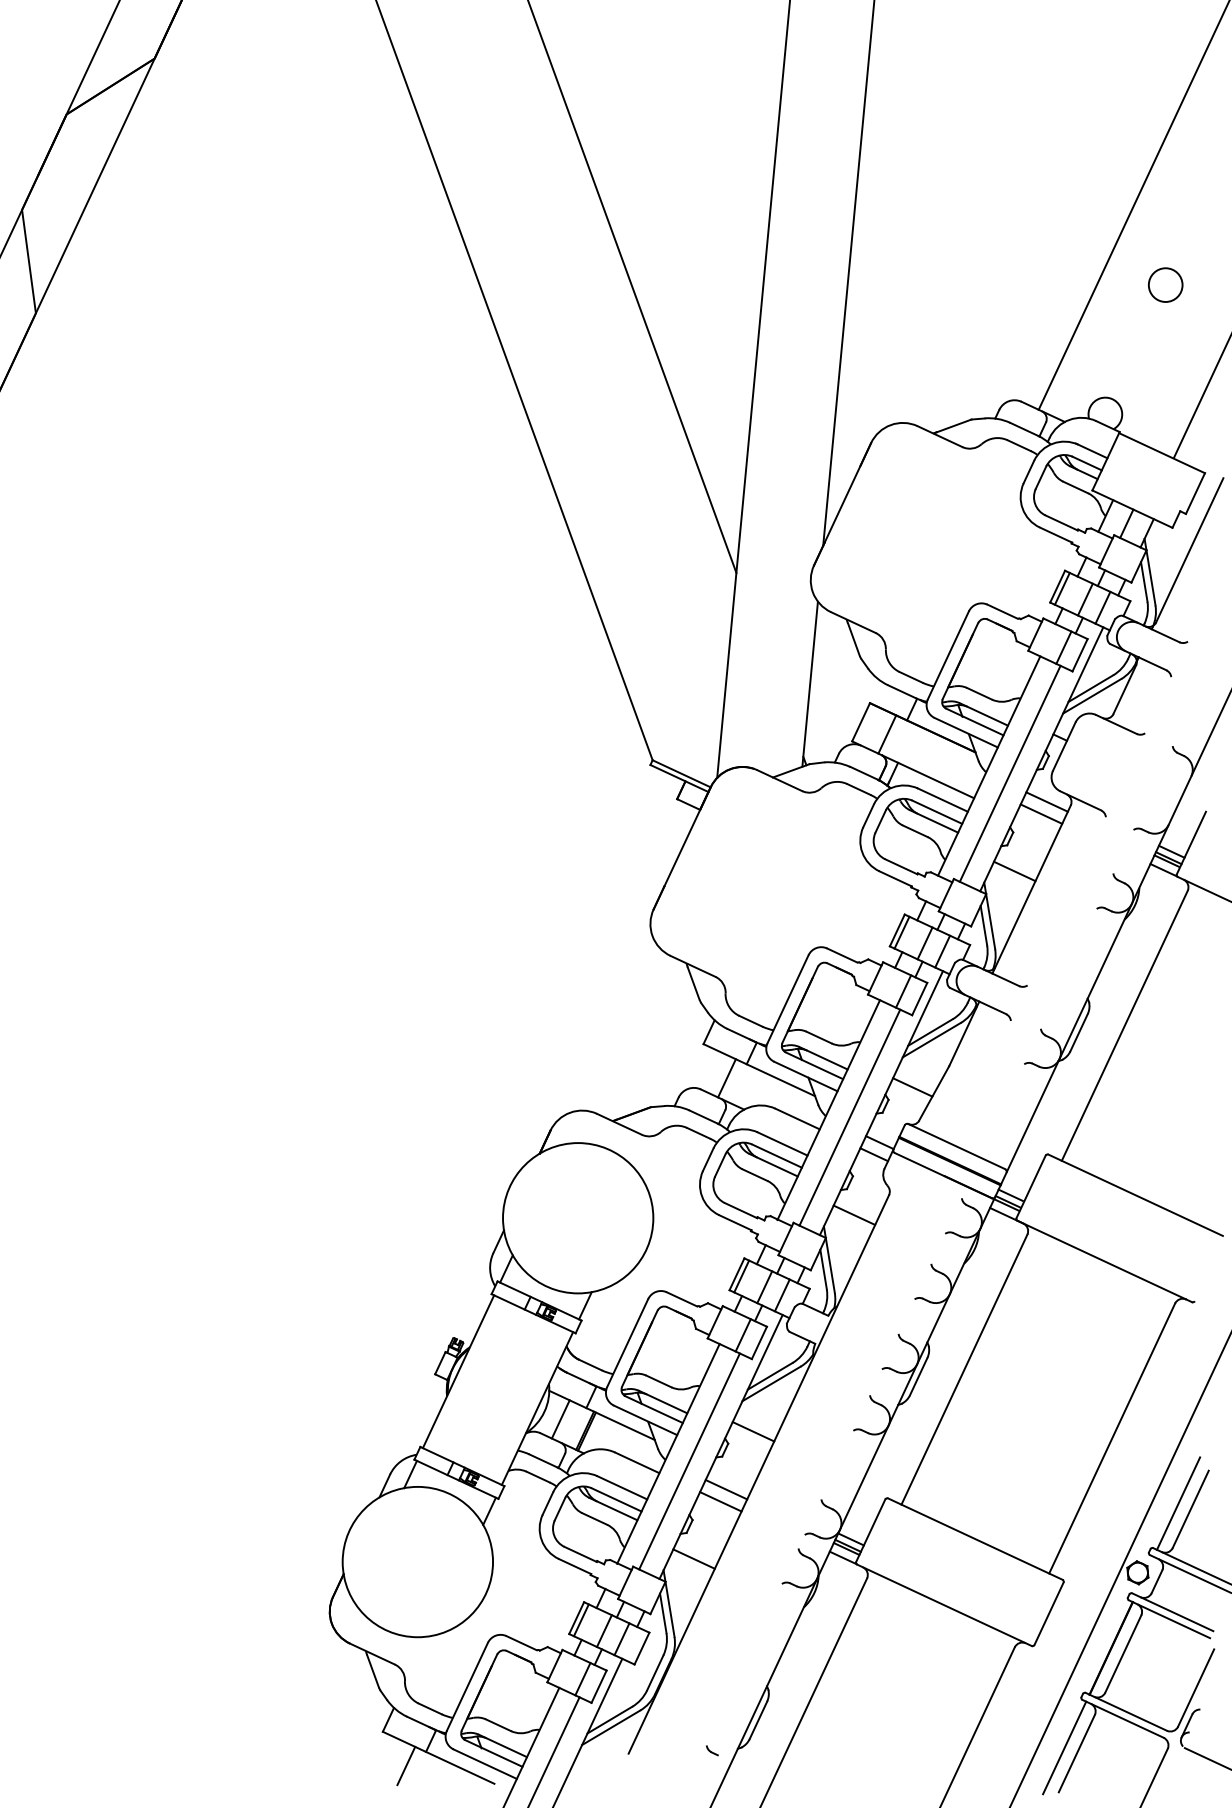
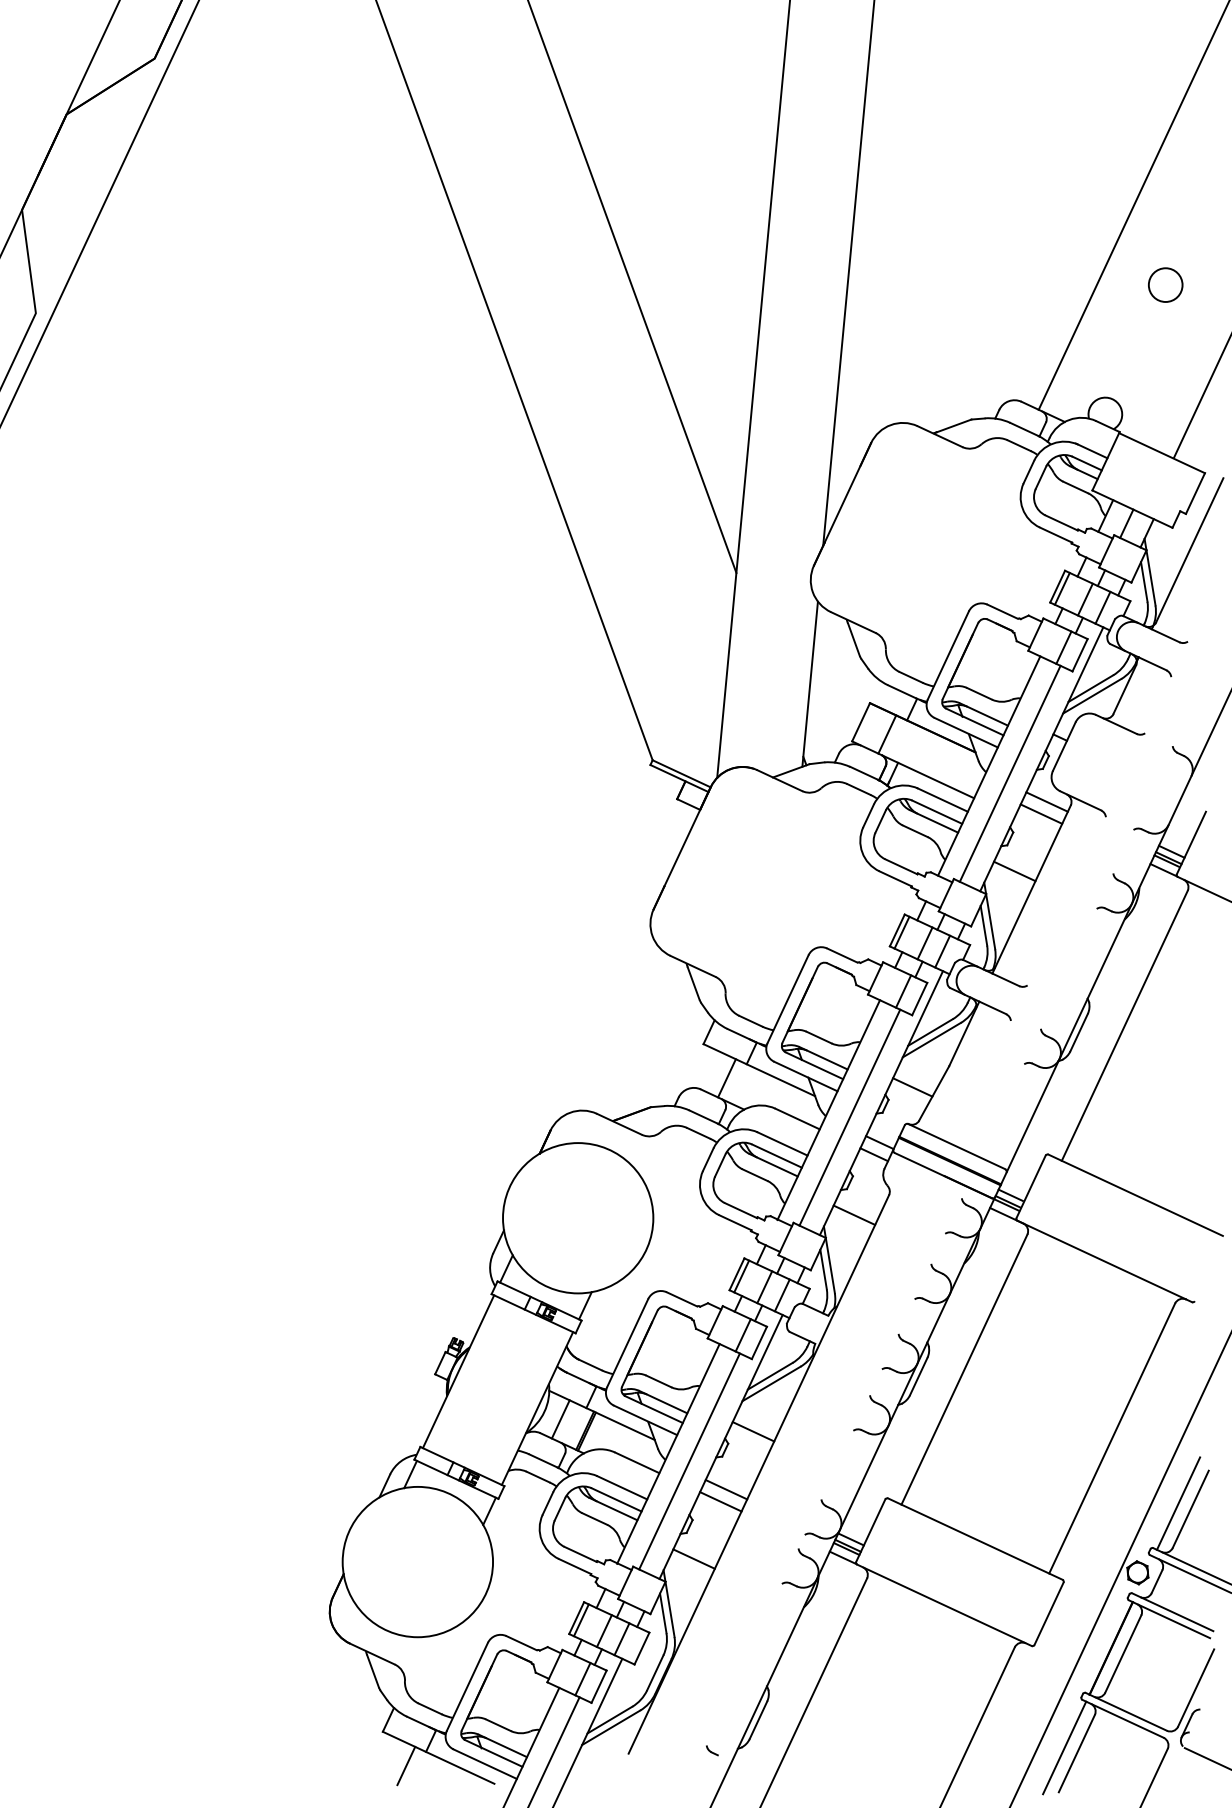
line at (91, 193) position: (91, 193) -> (100, 212)
